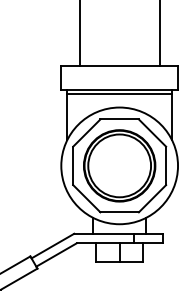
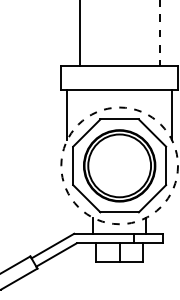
line at (159, 33): solid -> dashed
line at (119, 94): present -> none
circle at (119, 165): solid -> dashed
